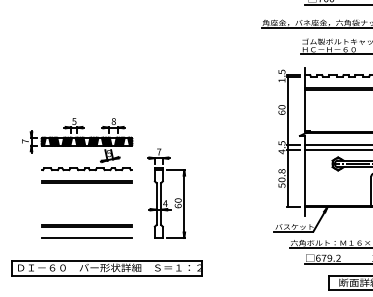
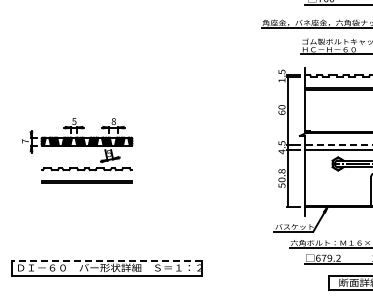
line at (338, 144): solid -> dashed
part at (166, 193): present -> none
line at (86, 225): present -> none
line at (86, 238): present -> none
line at (106, 260): solid -> dashed
